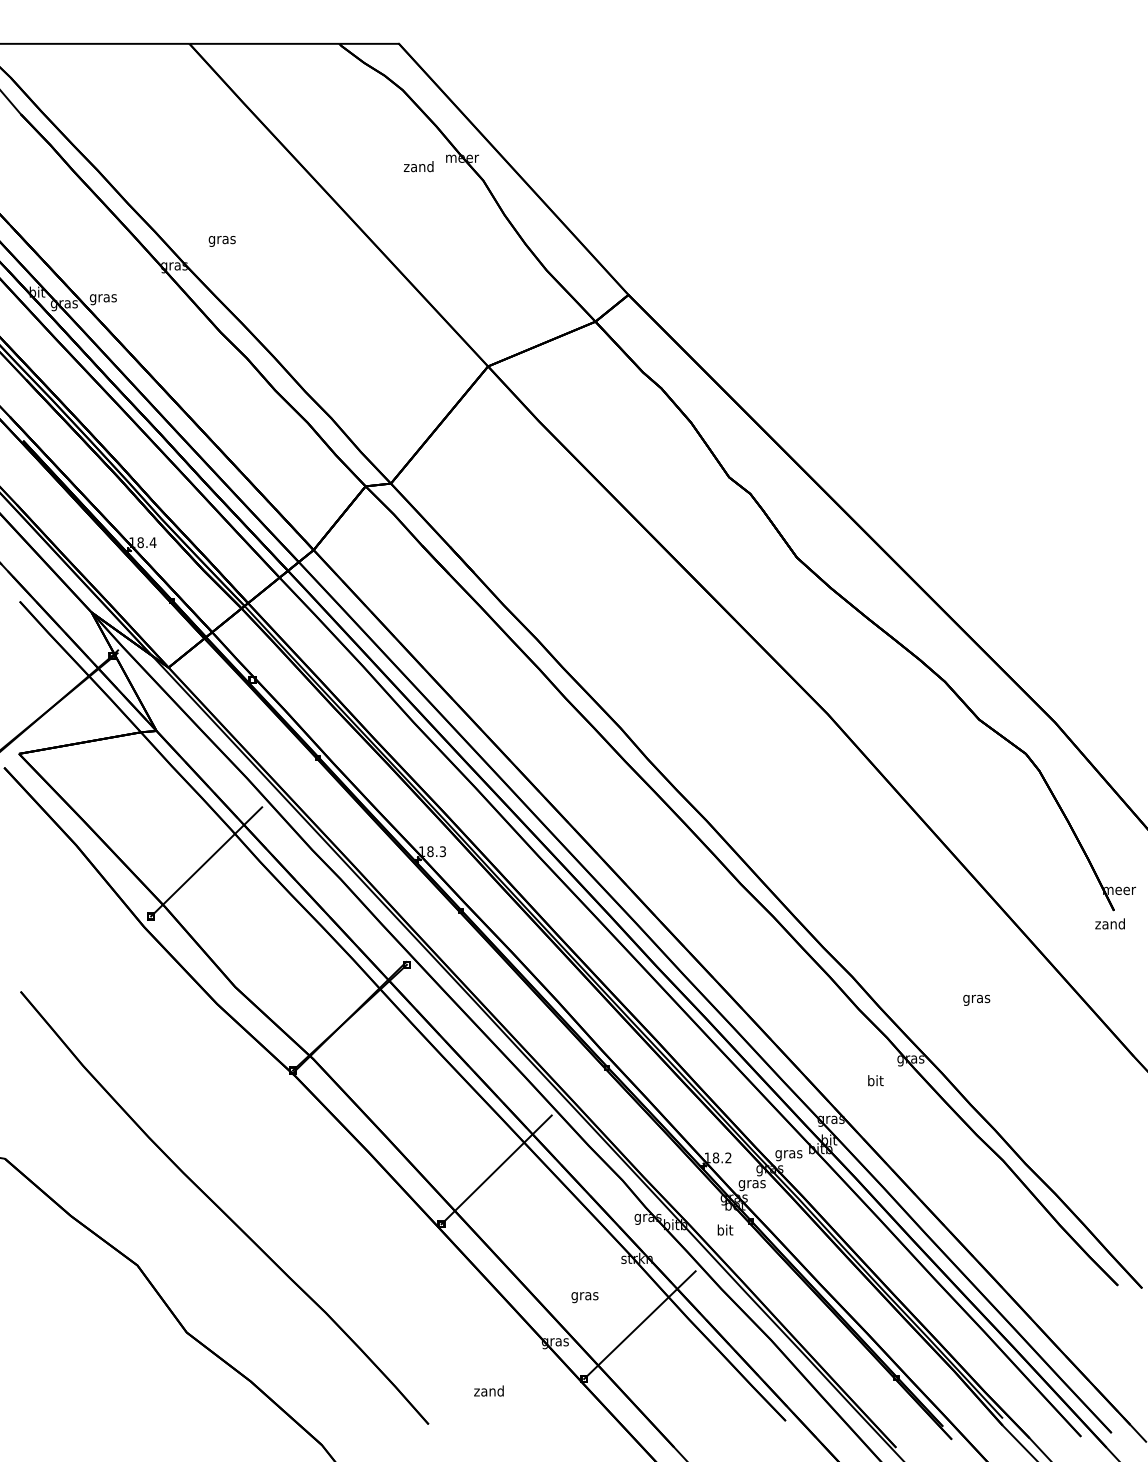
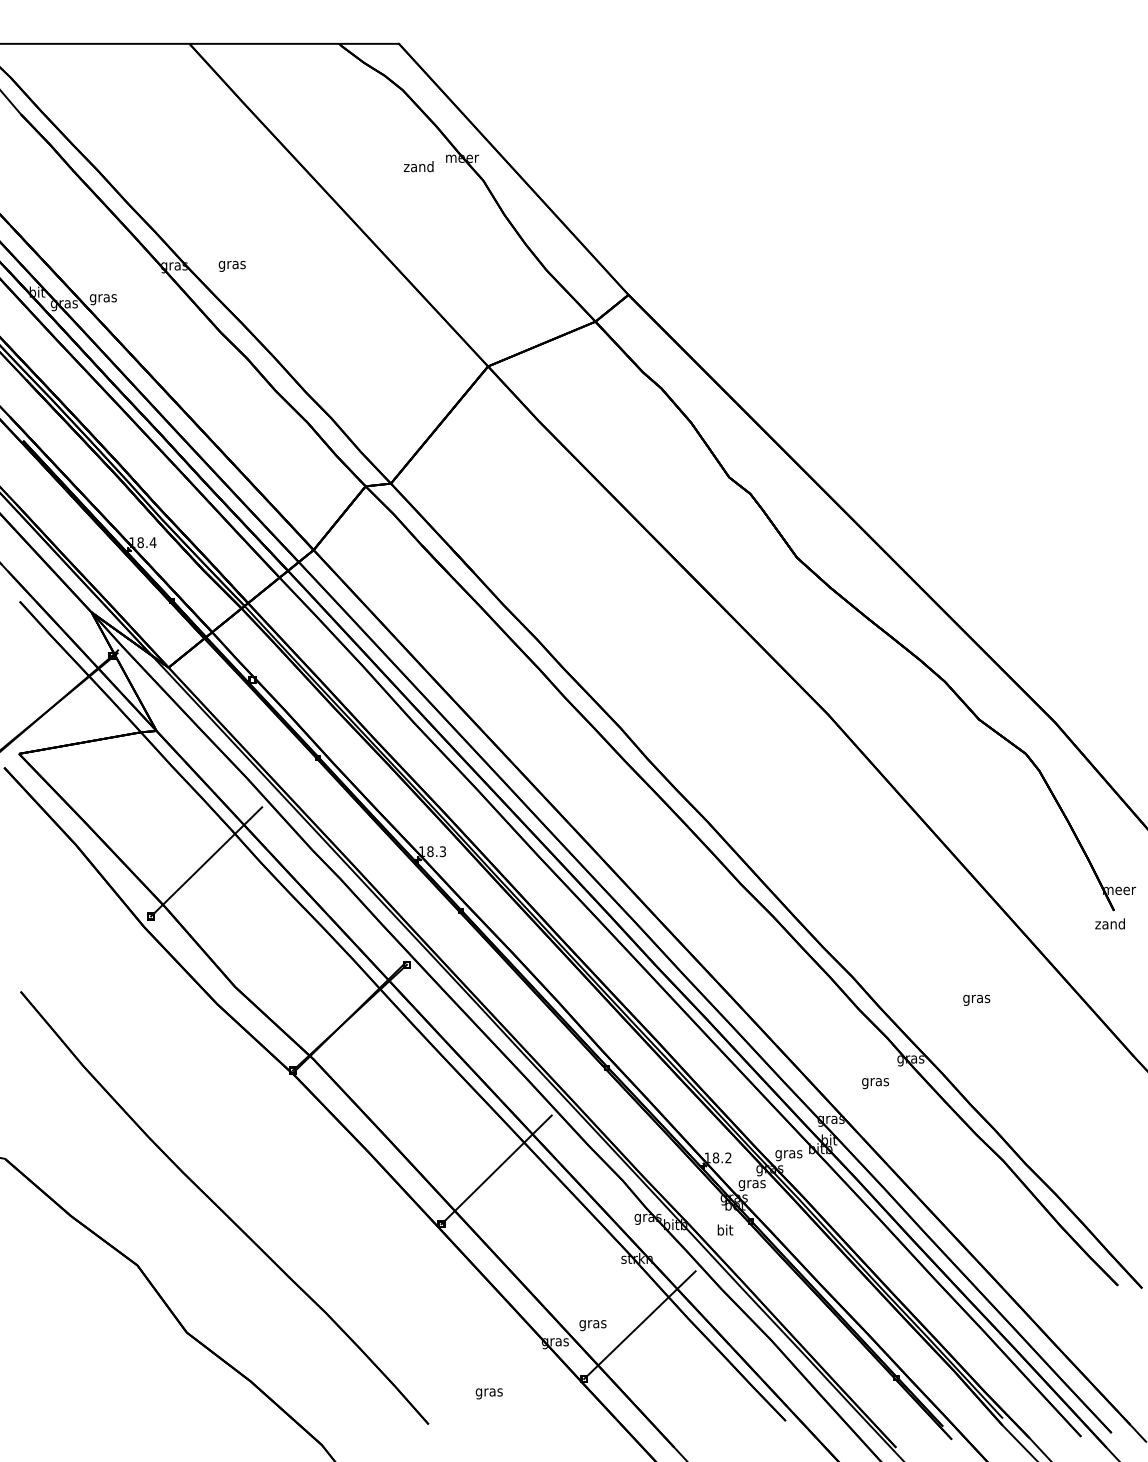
text at (221, 241) position: (221, 241) -> (231, 266)
text at (875, 1082): bit -> gras
text at (584, 1297) position: (584, 1297) -> (592, 1325)
text at (488, 1392): zand -> gras
